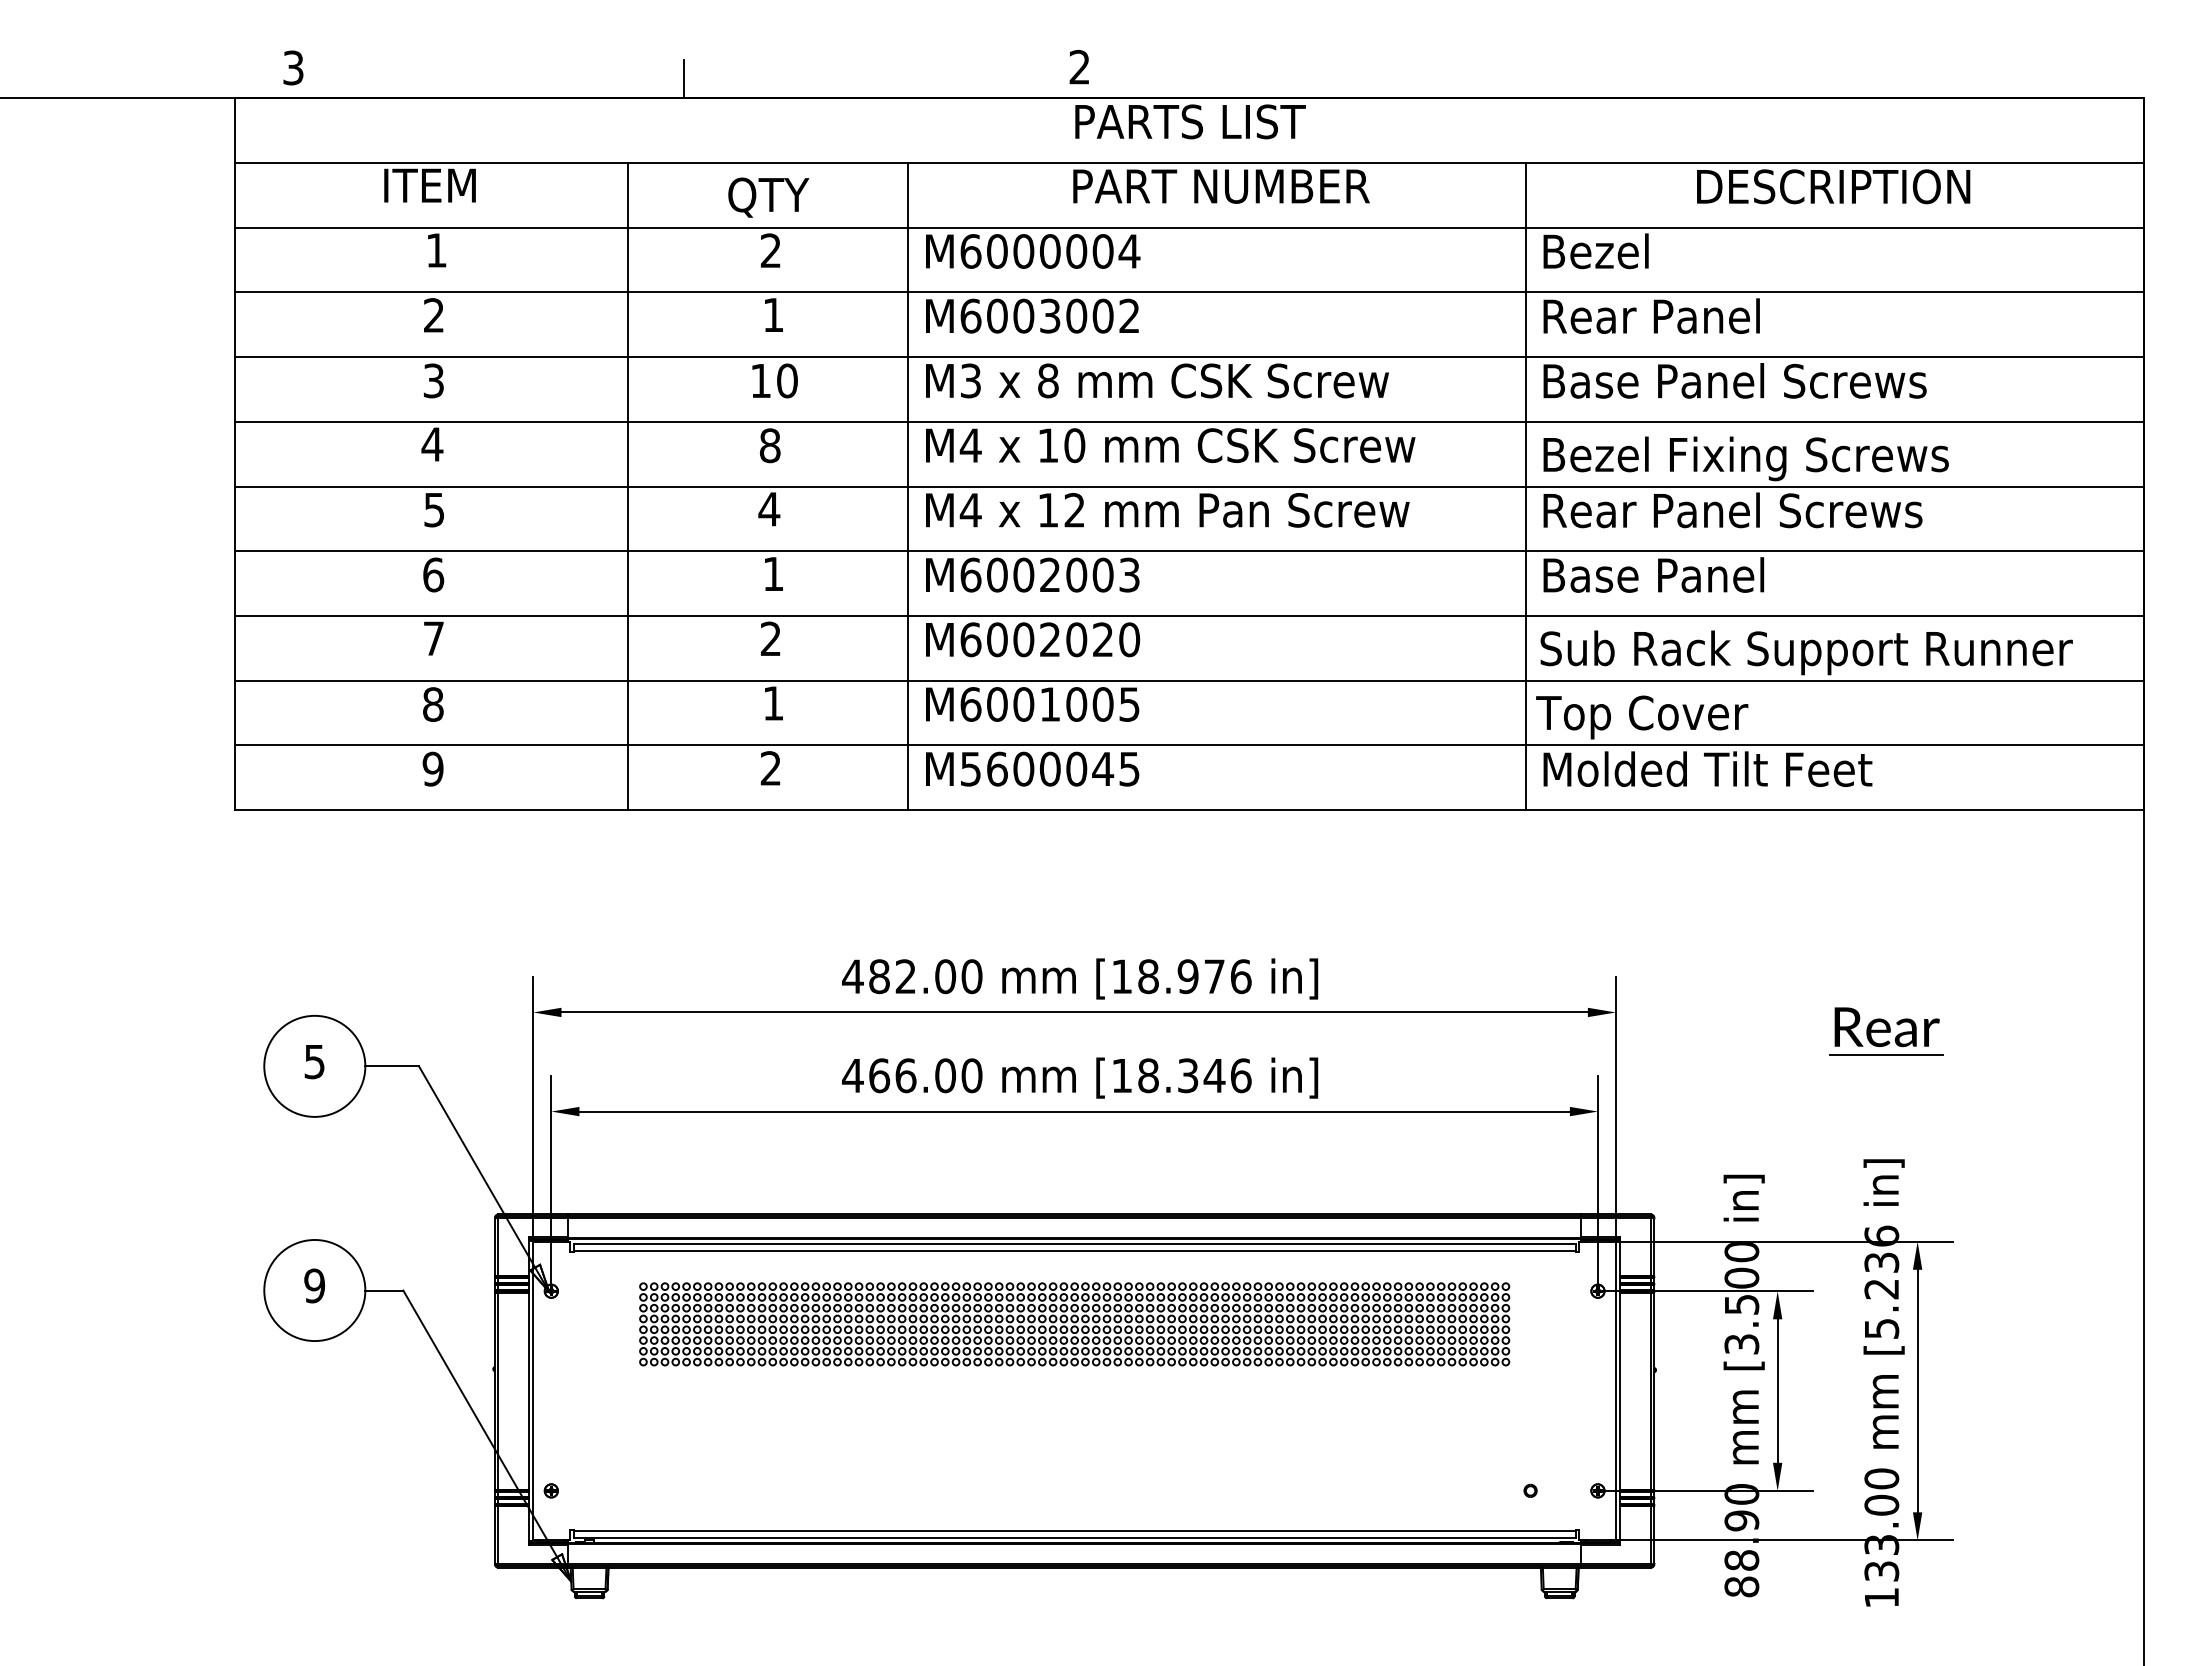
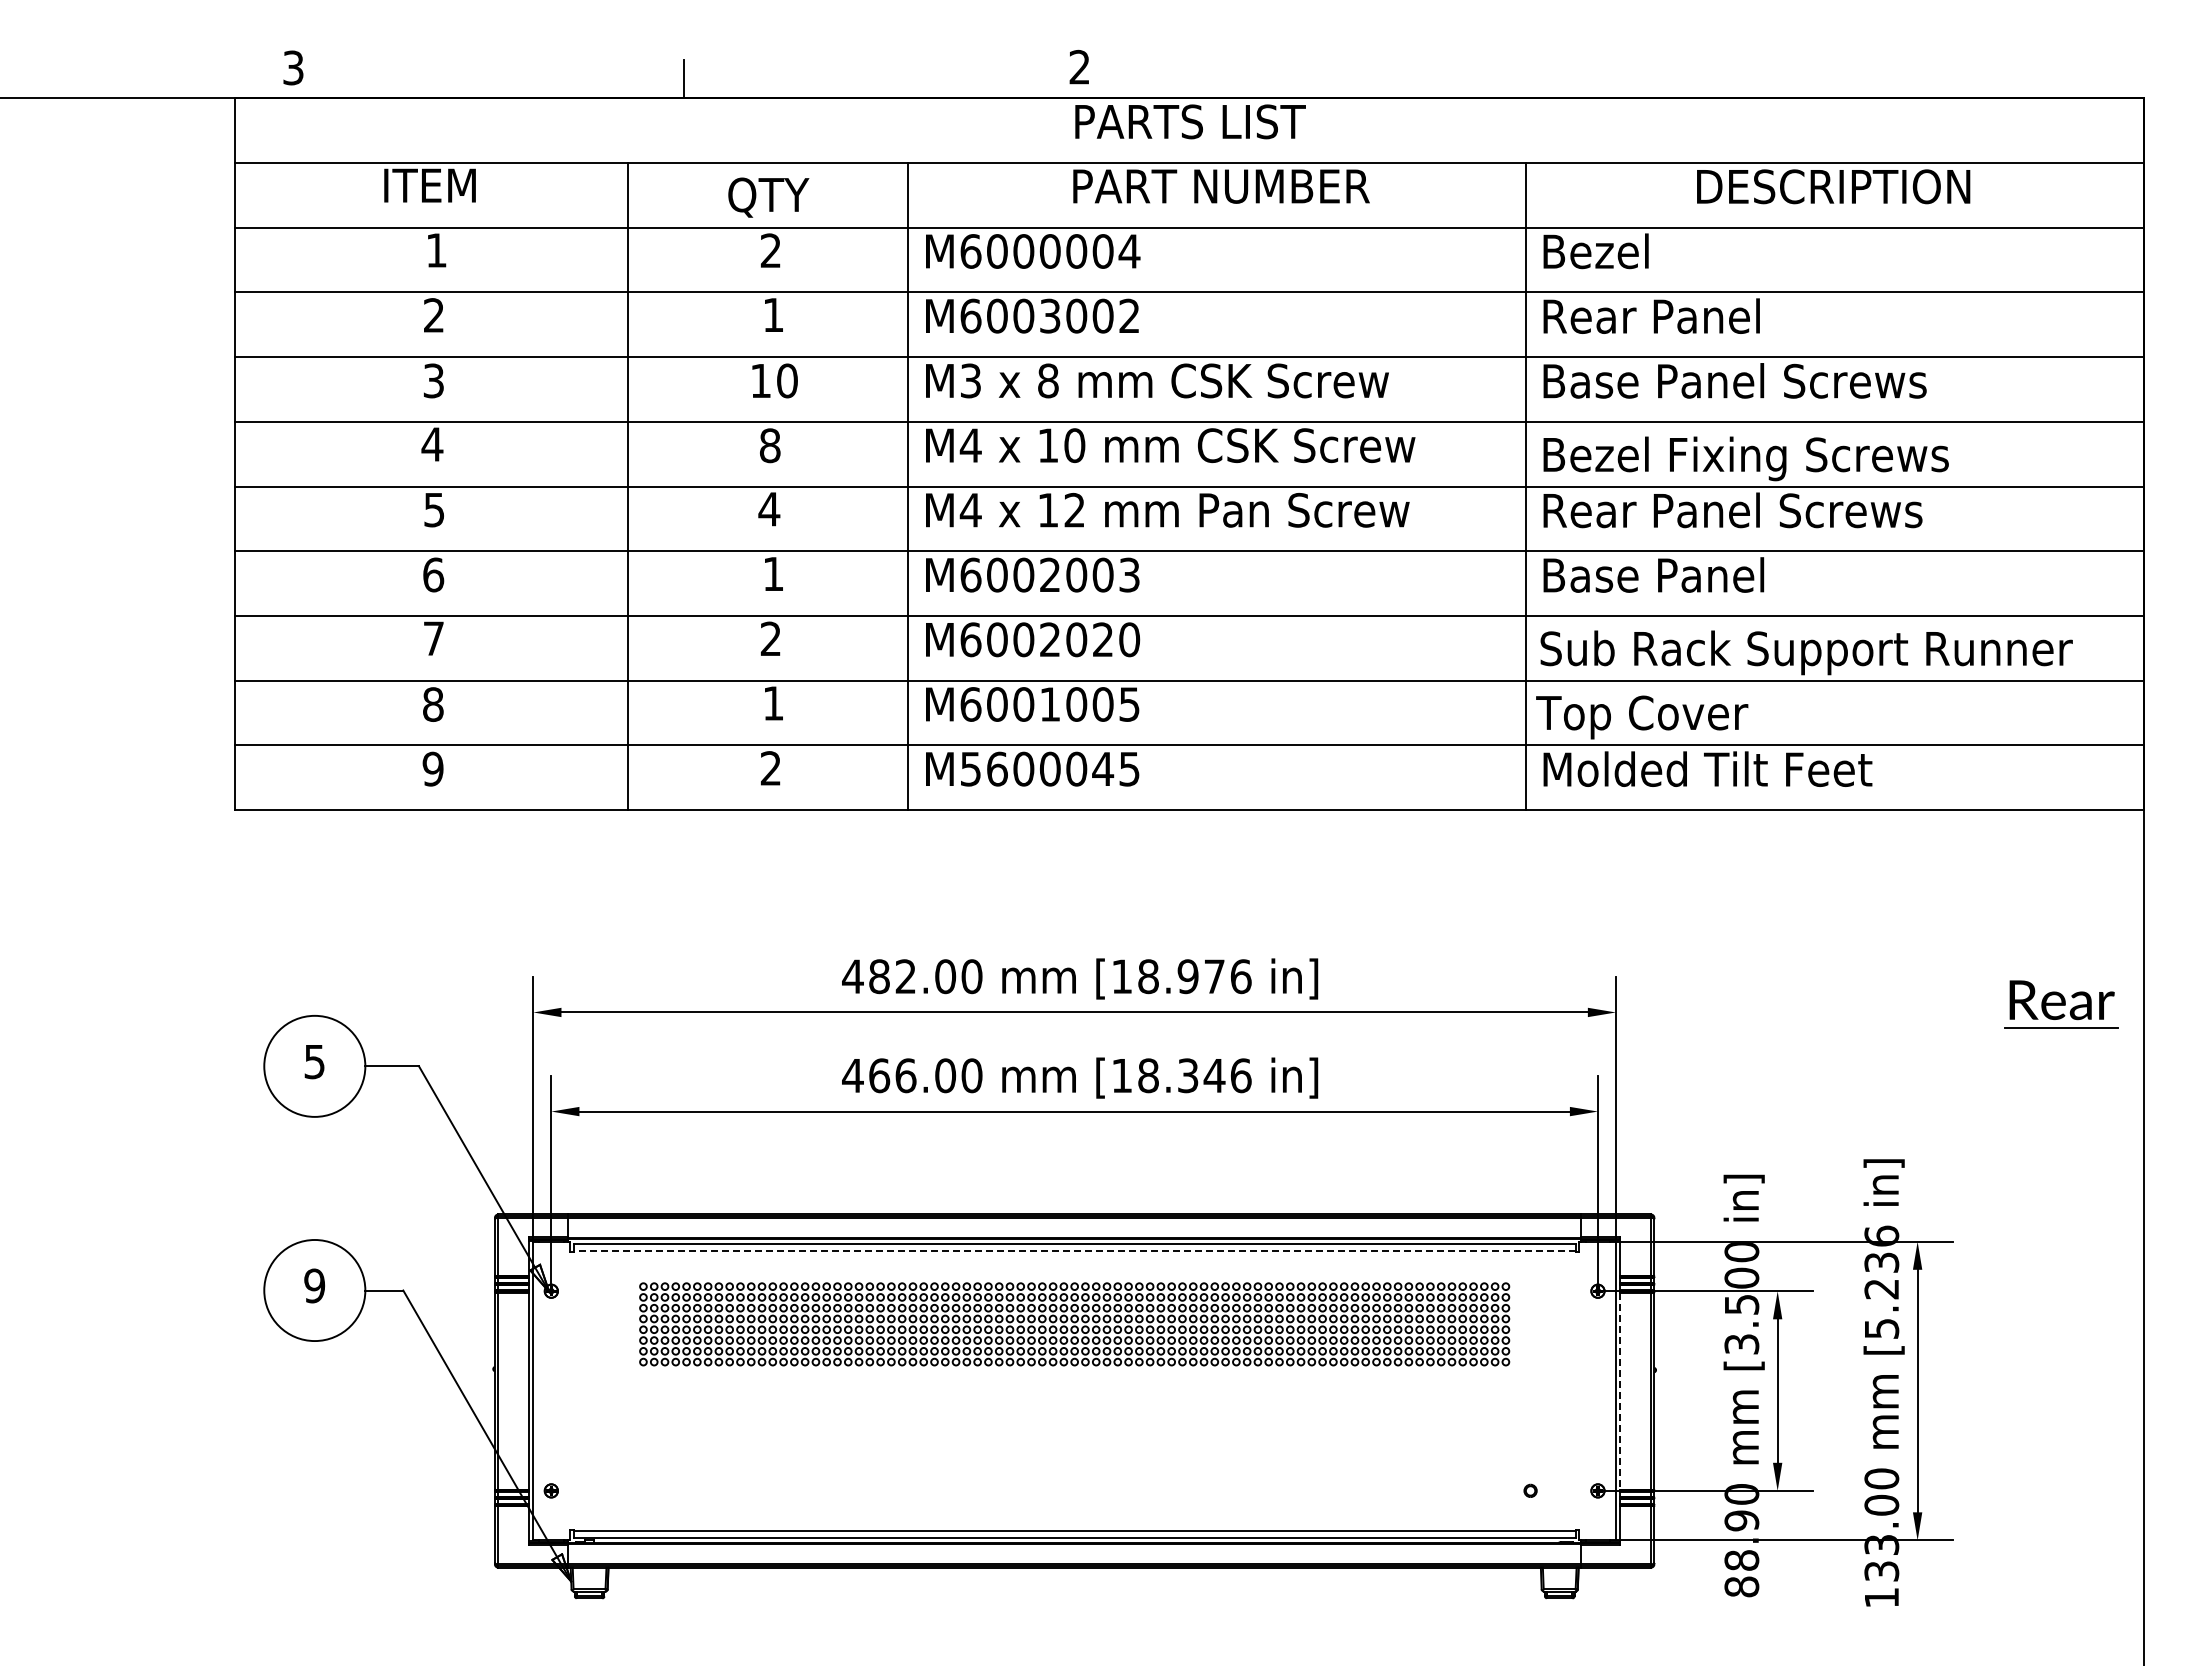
part at (1886, 1031) position: (1886, 1031) -> (2061, 1004)
line at (1074, 1250): solid -> dashed
line at (1620, 1391): solid -> dashed
